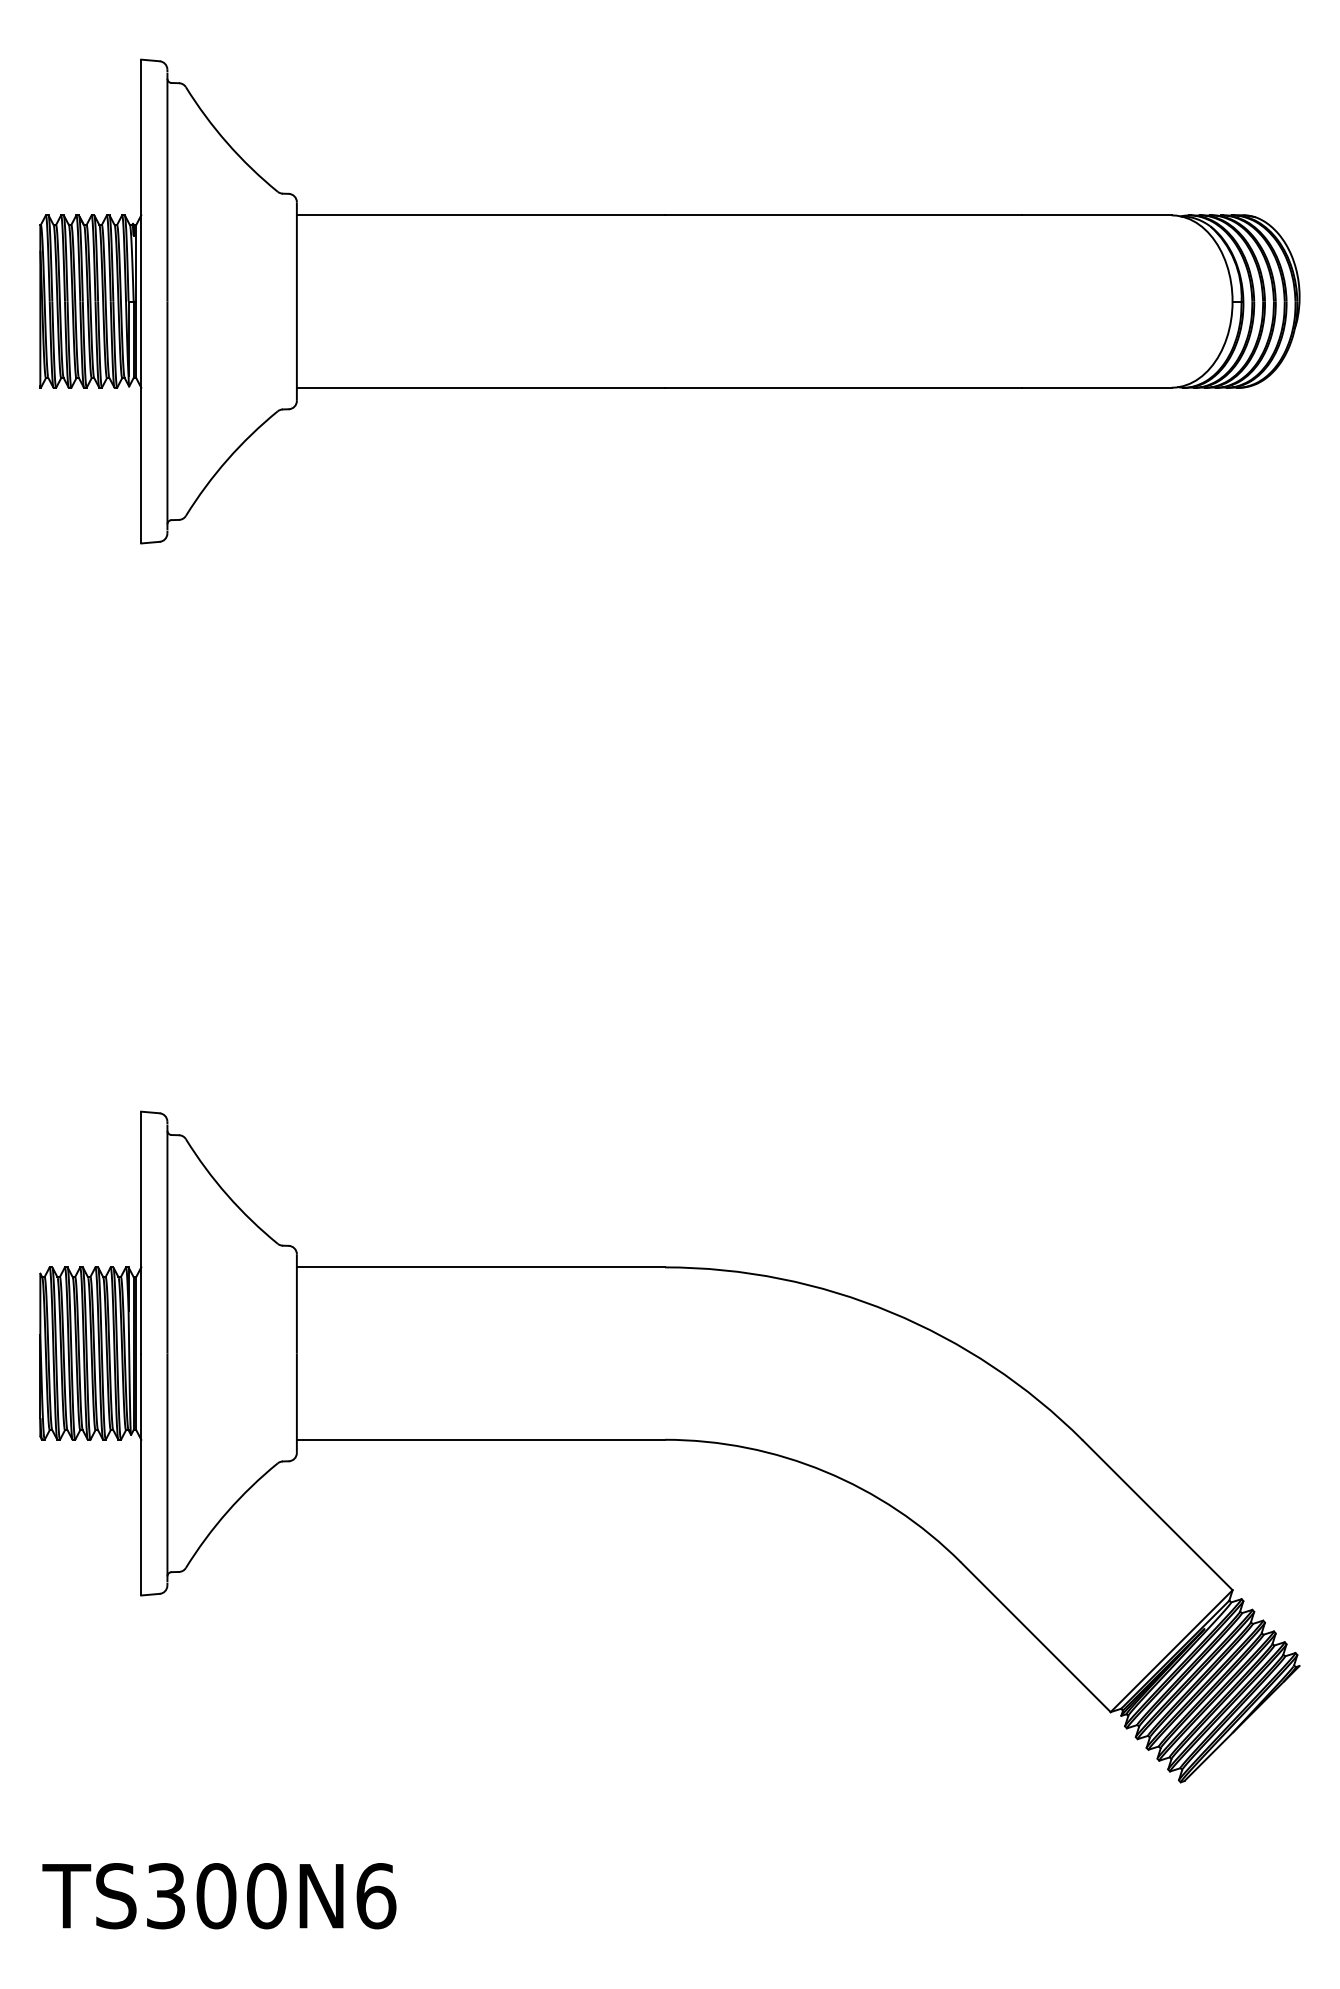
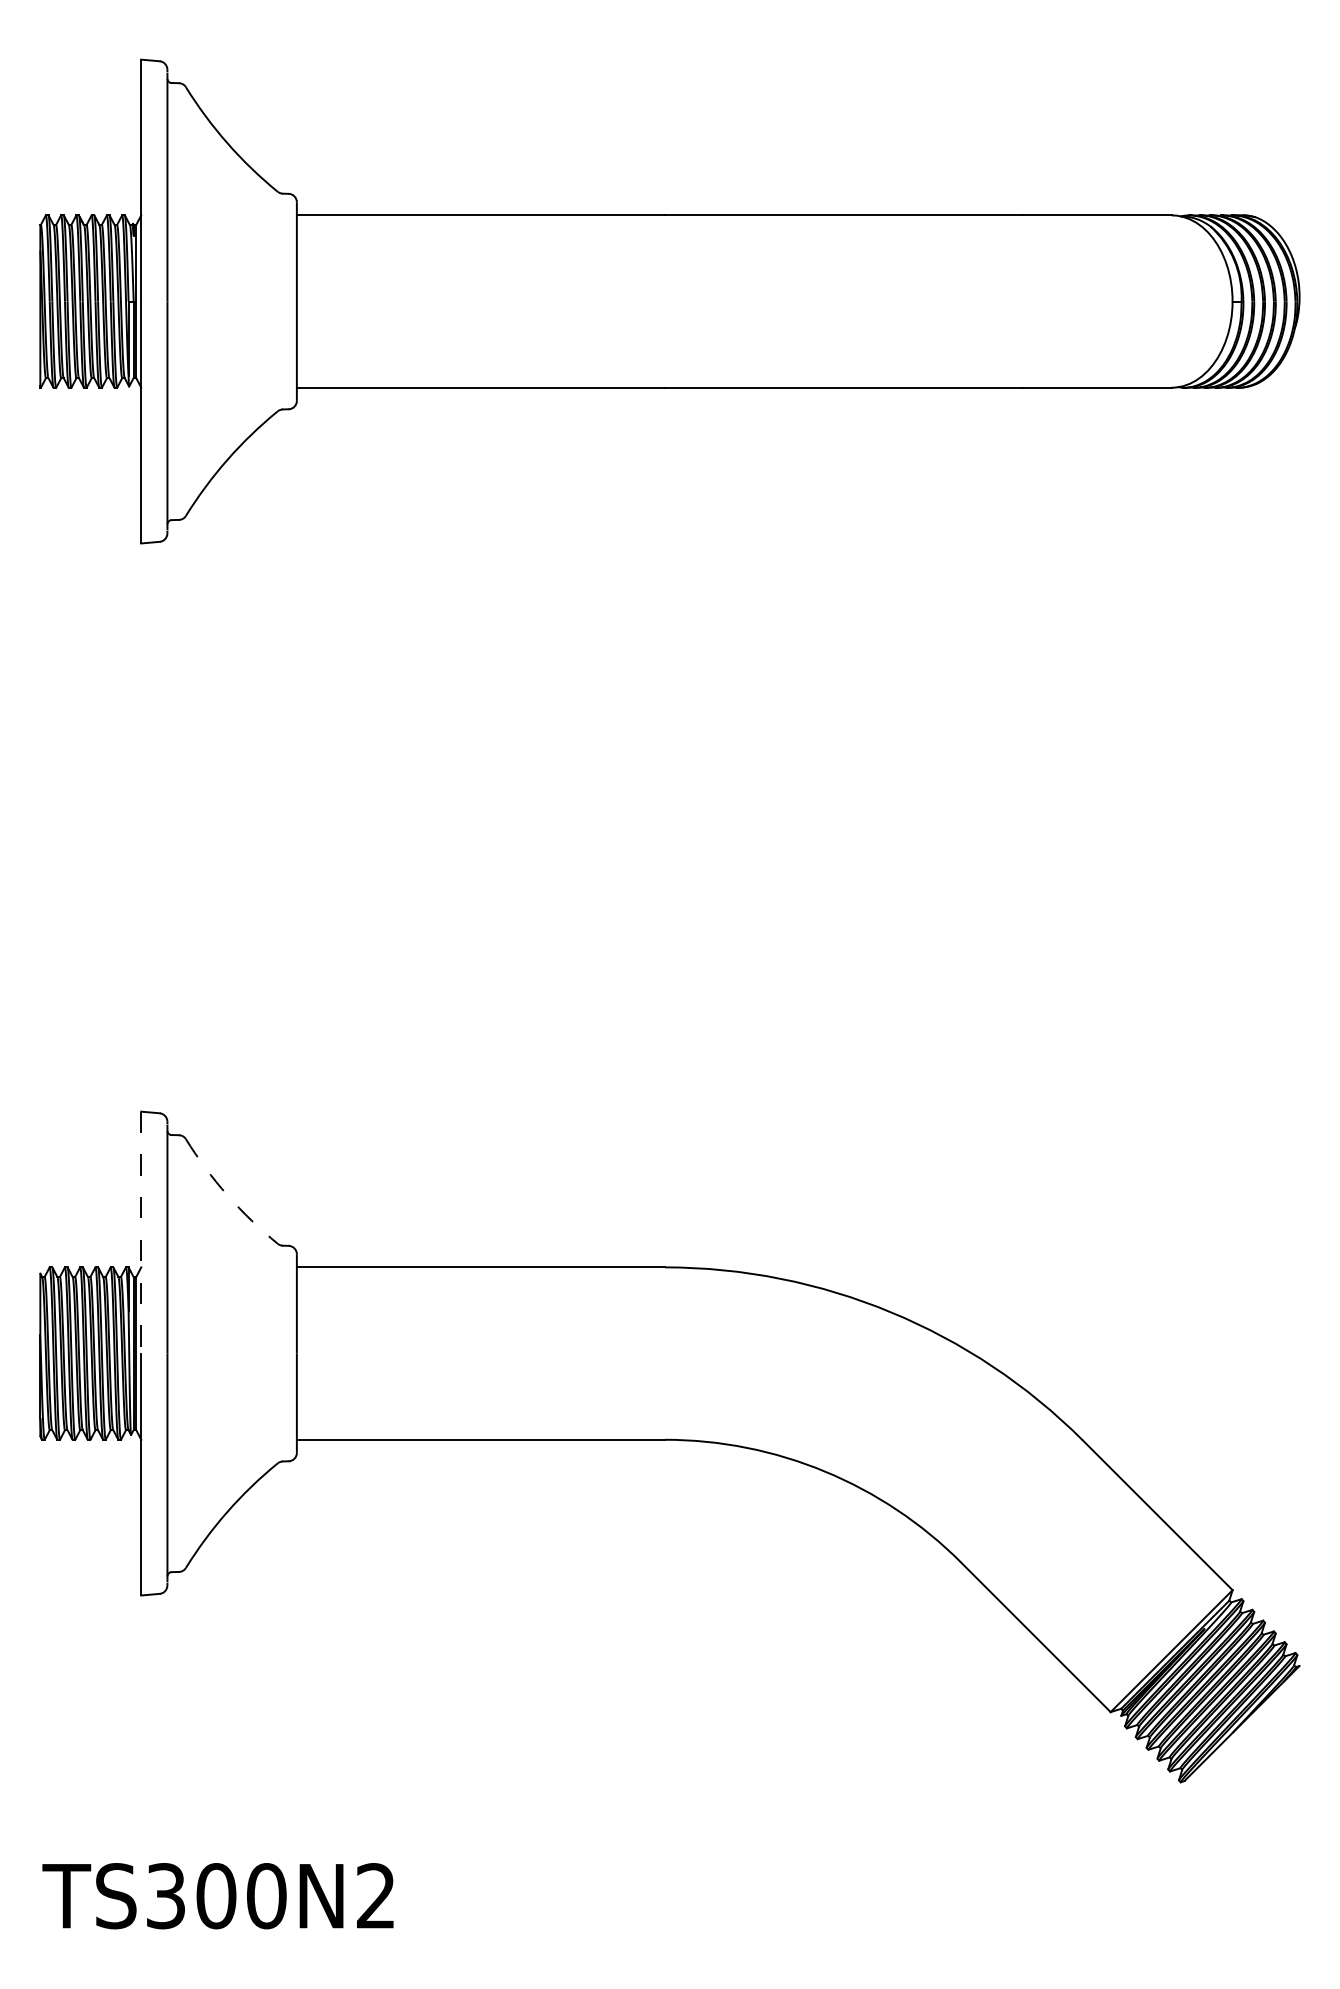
arc at (227, 1195): solid -> dashed
line at (141, 1232): solid -> dashed
text at (376, 1896): TS300N6 -> TS300N2
